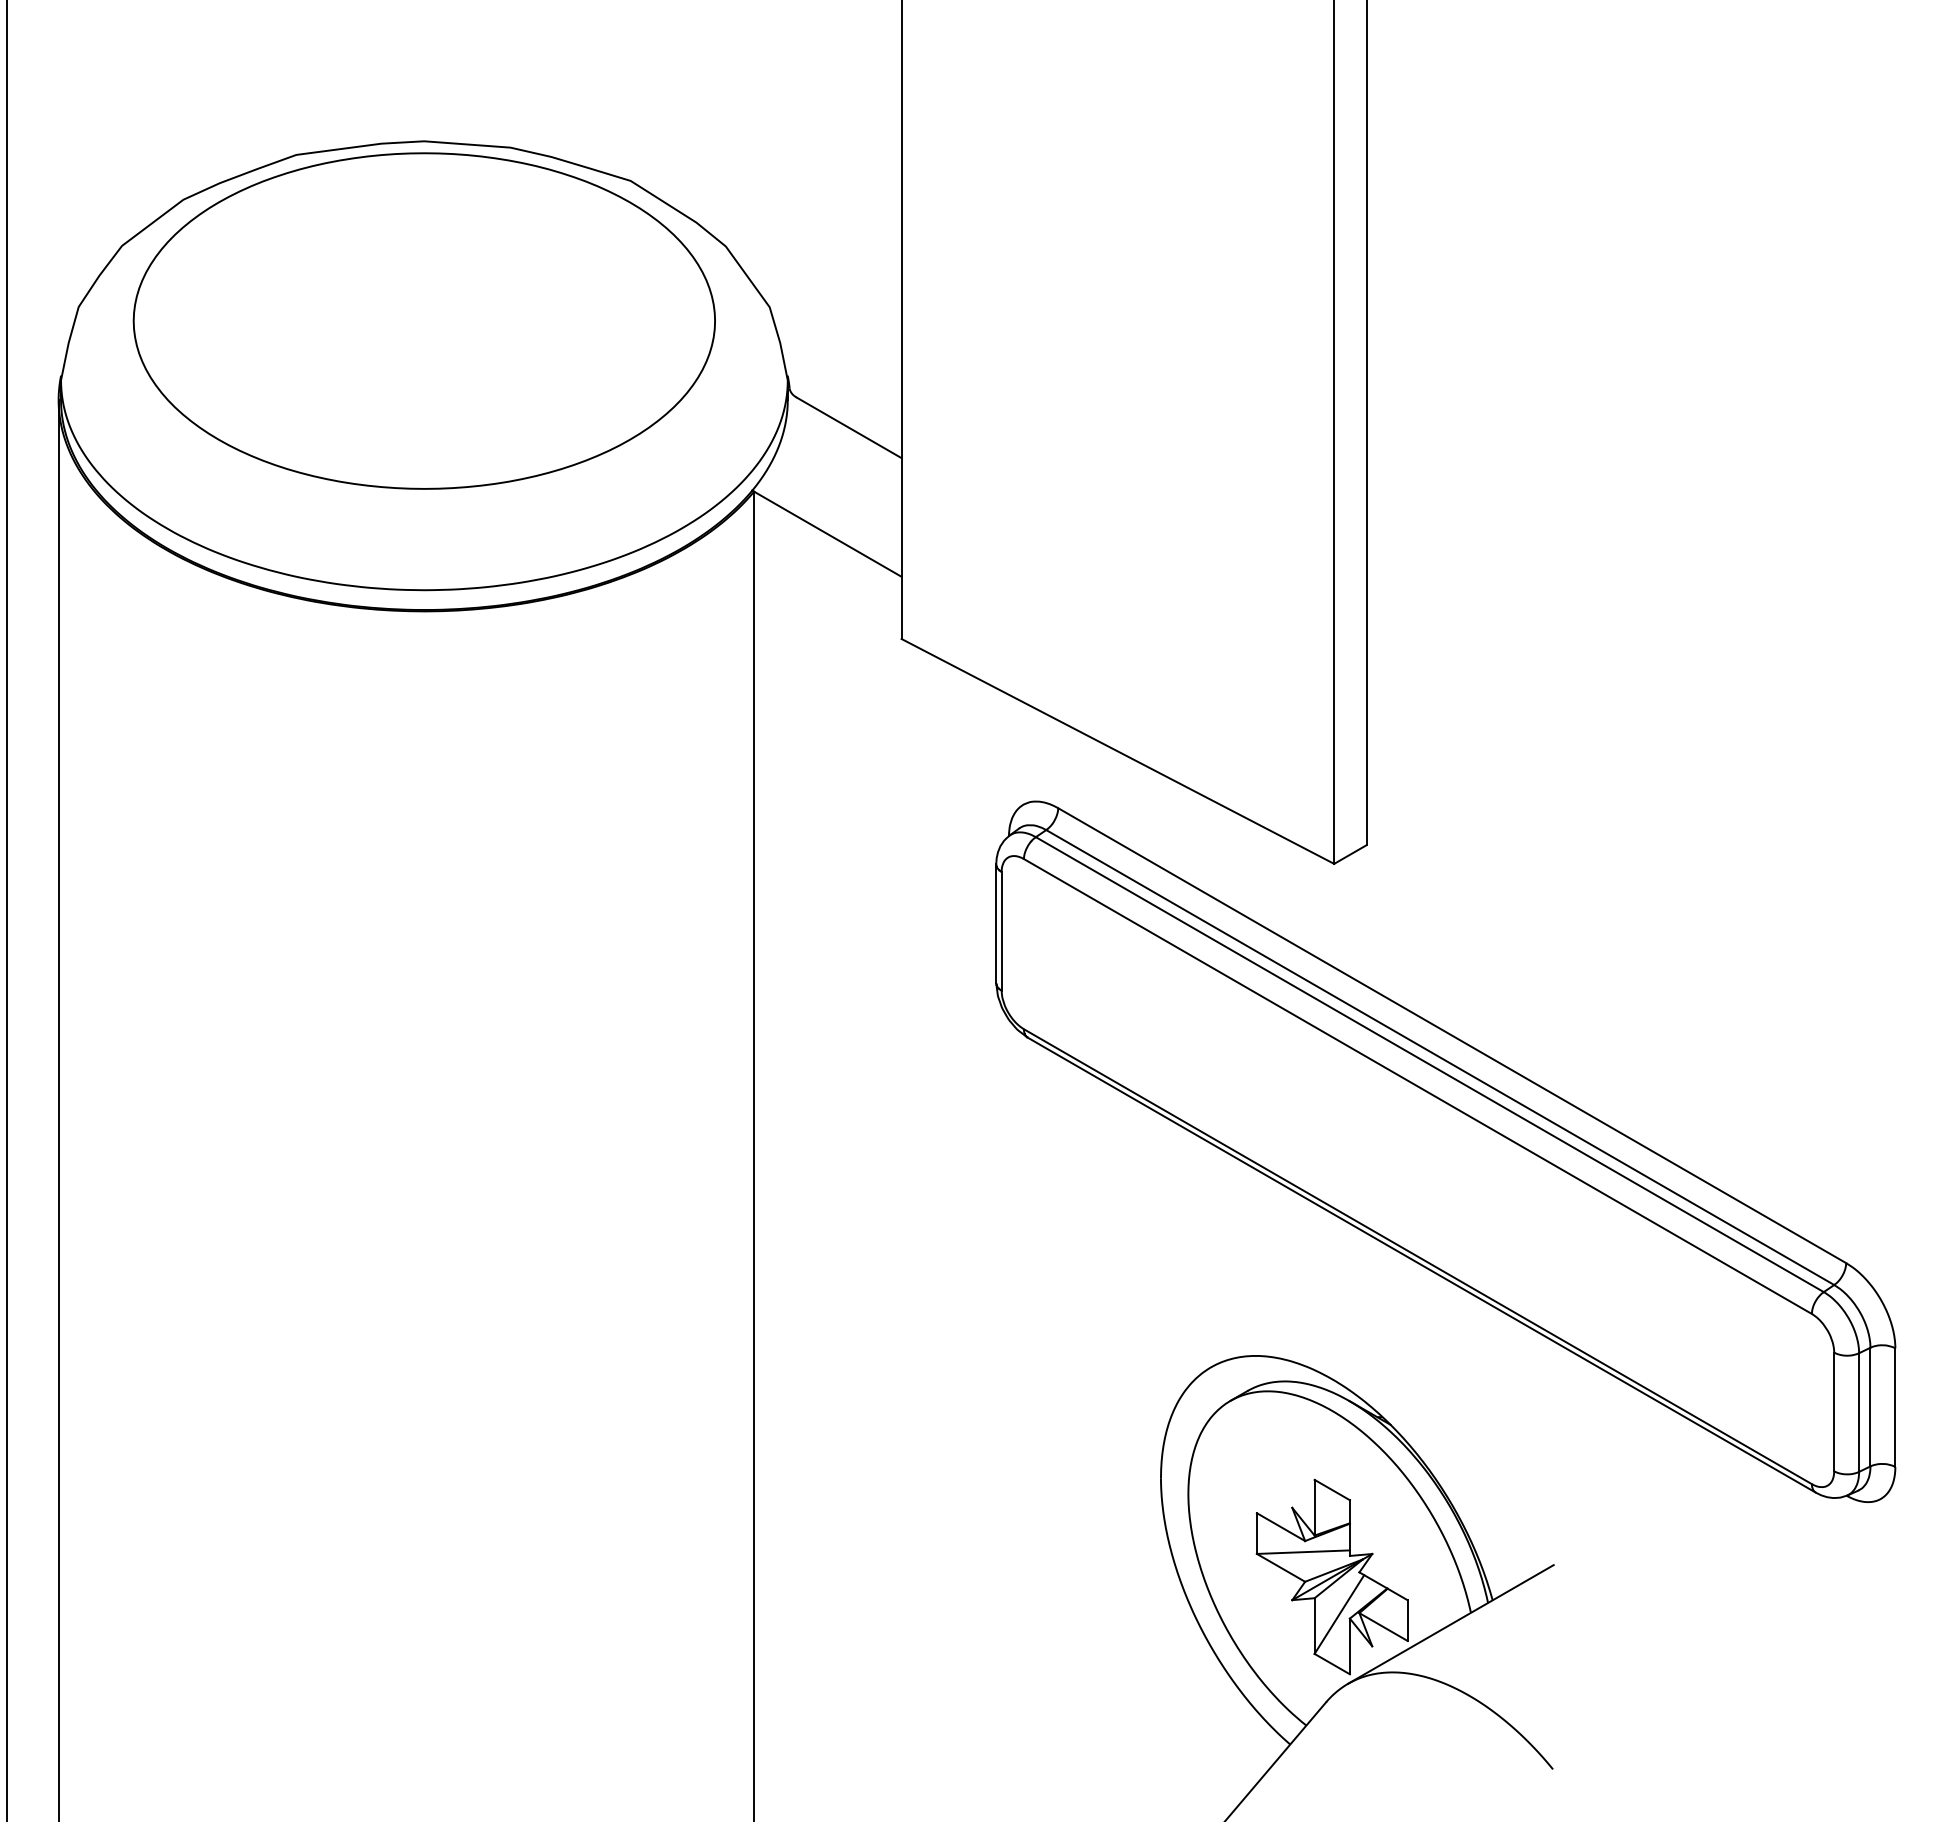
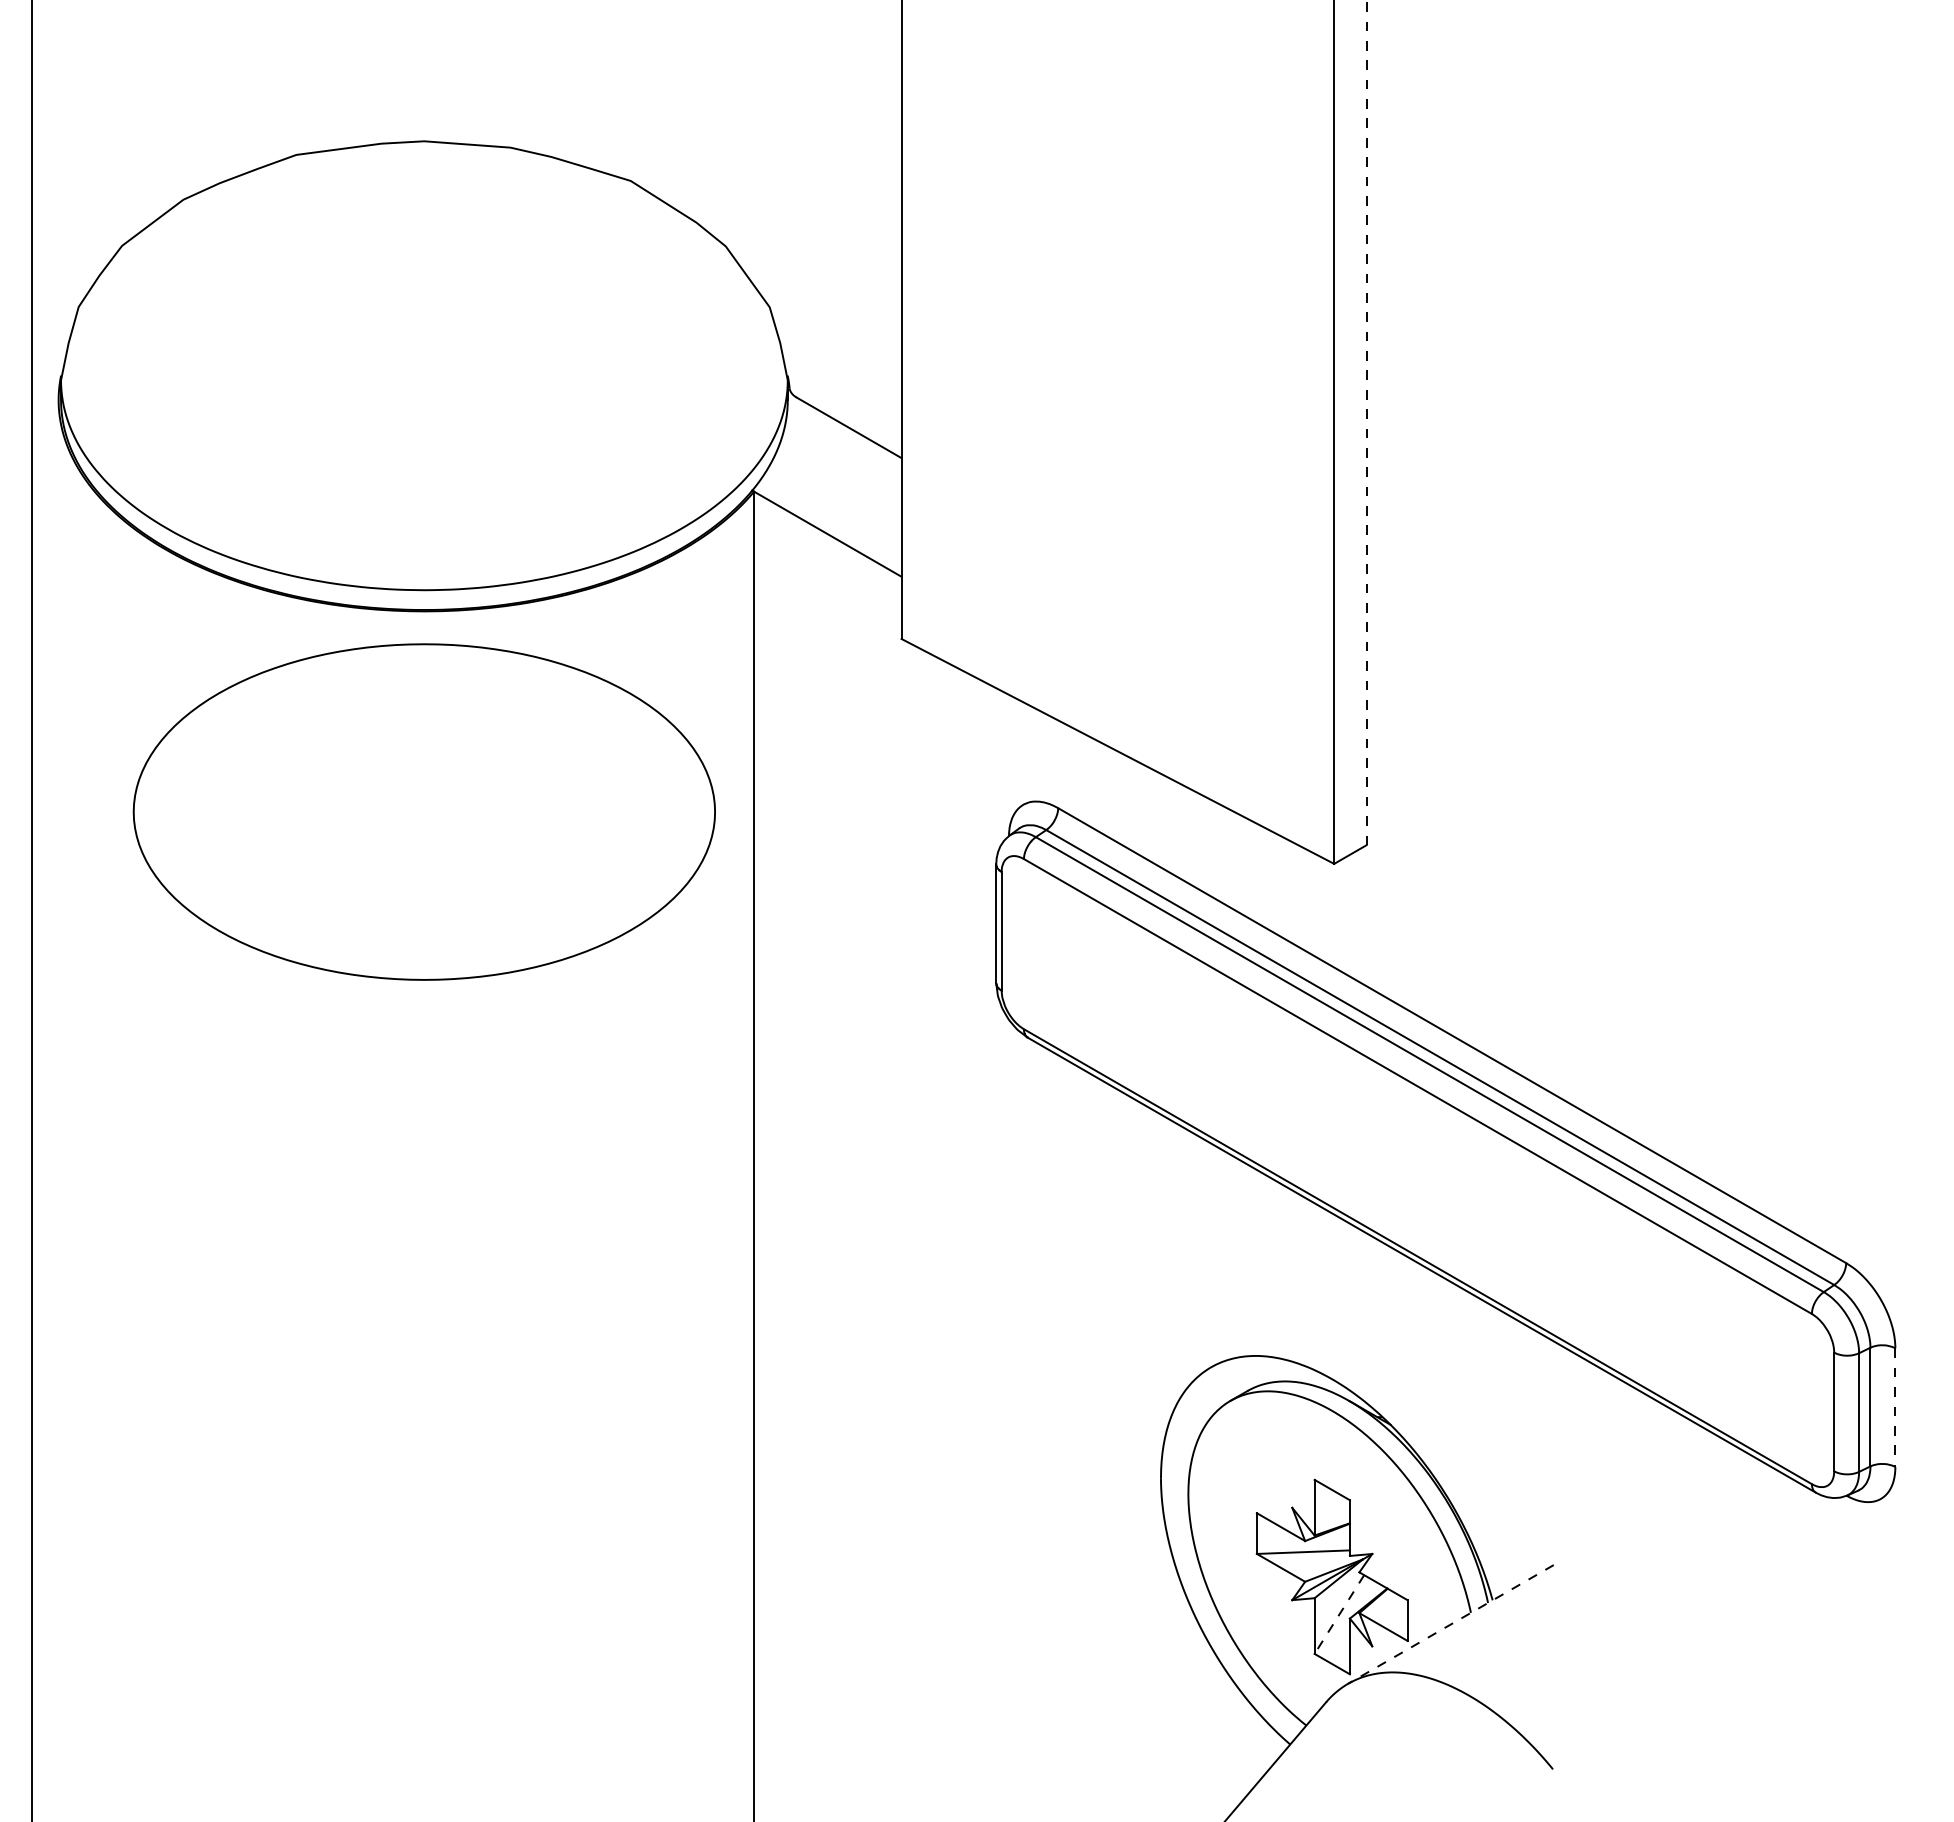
part at (423, 320) position: (423, 320) -> (423, 811)
line at (1366, 422): solid -> dashed
line at (7, 910) position: (7, 910) -> (32, 910)
line at (58, 1109): present -> none
line at (1895, 1408): solid -> dashed
line at (1339, 1614): solid -> dashed
line at (1450, 1624): solid -> dashed
